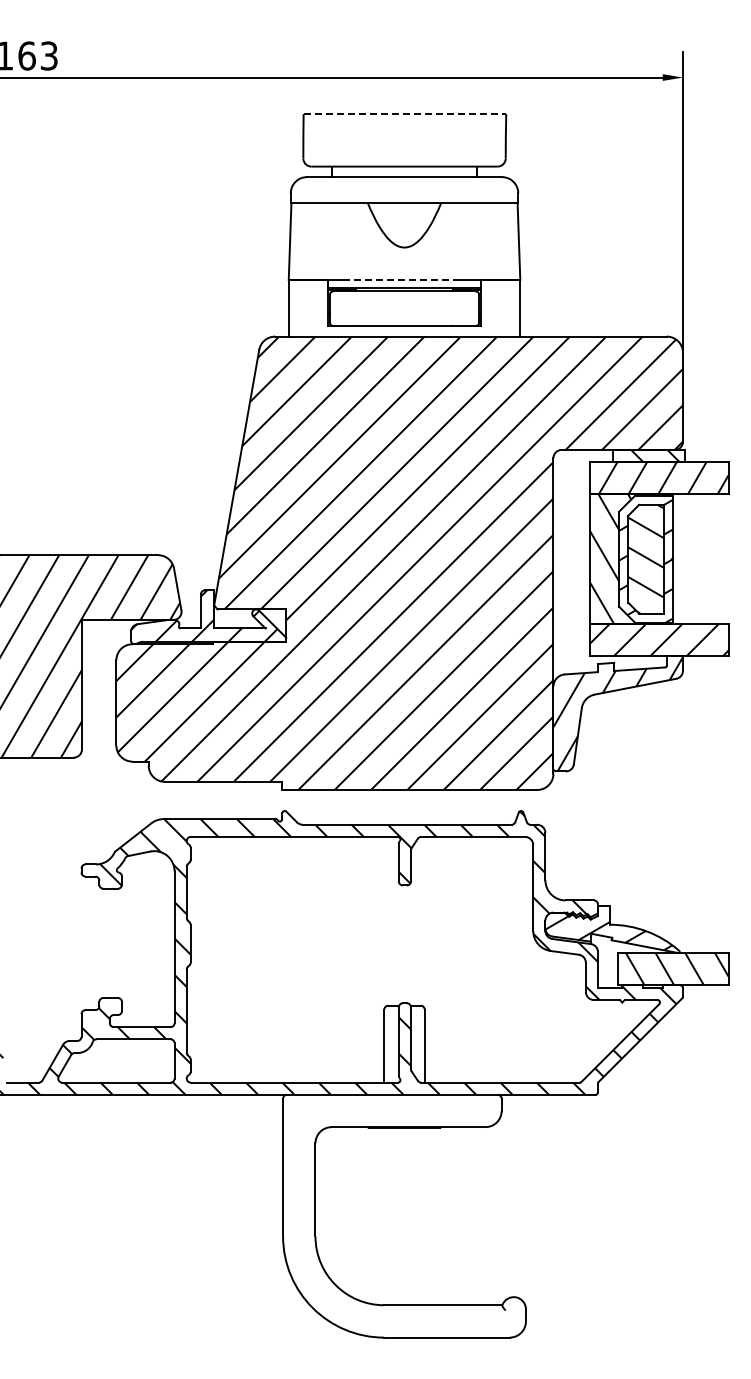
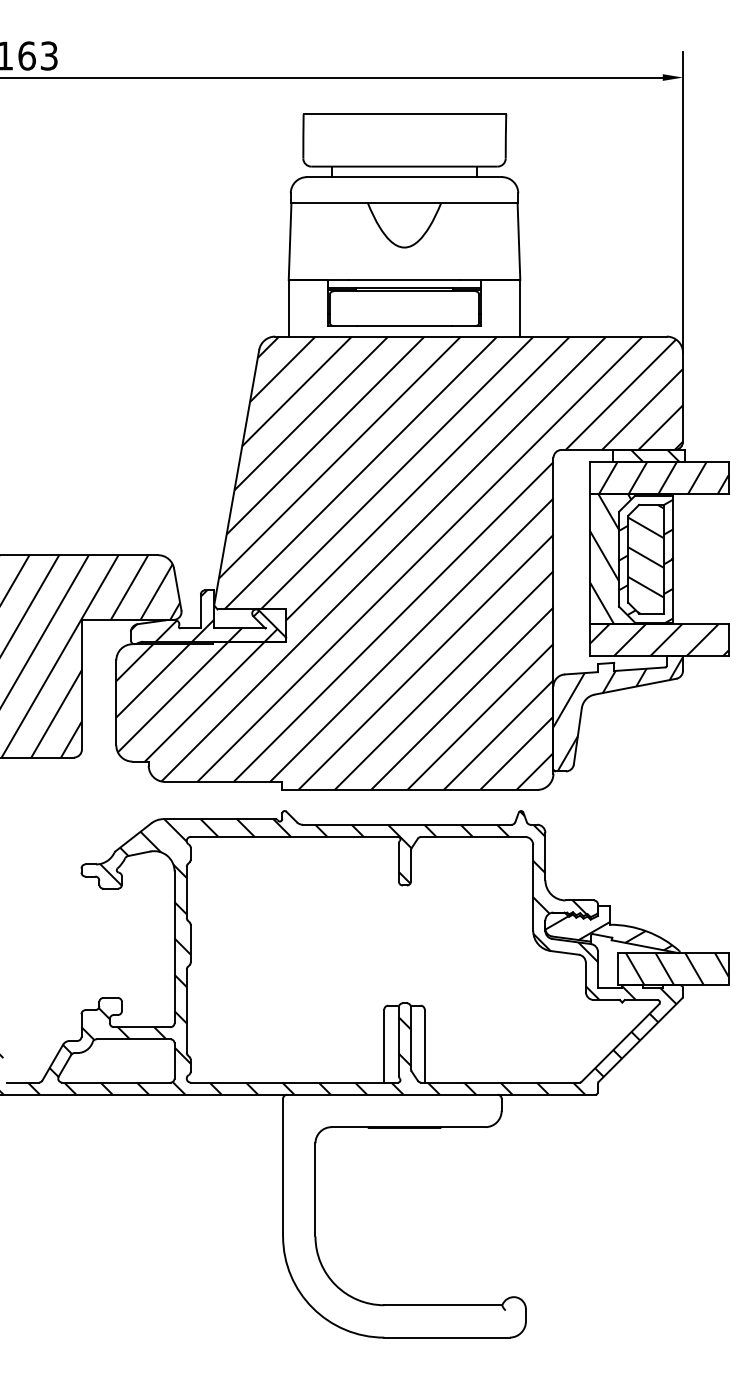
line at (405, 114): dashed -> solid
line at (404, 279): dashed -> solid
